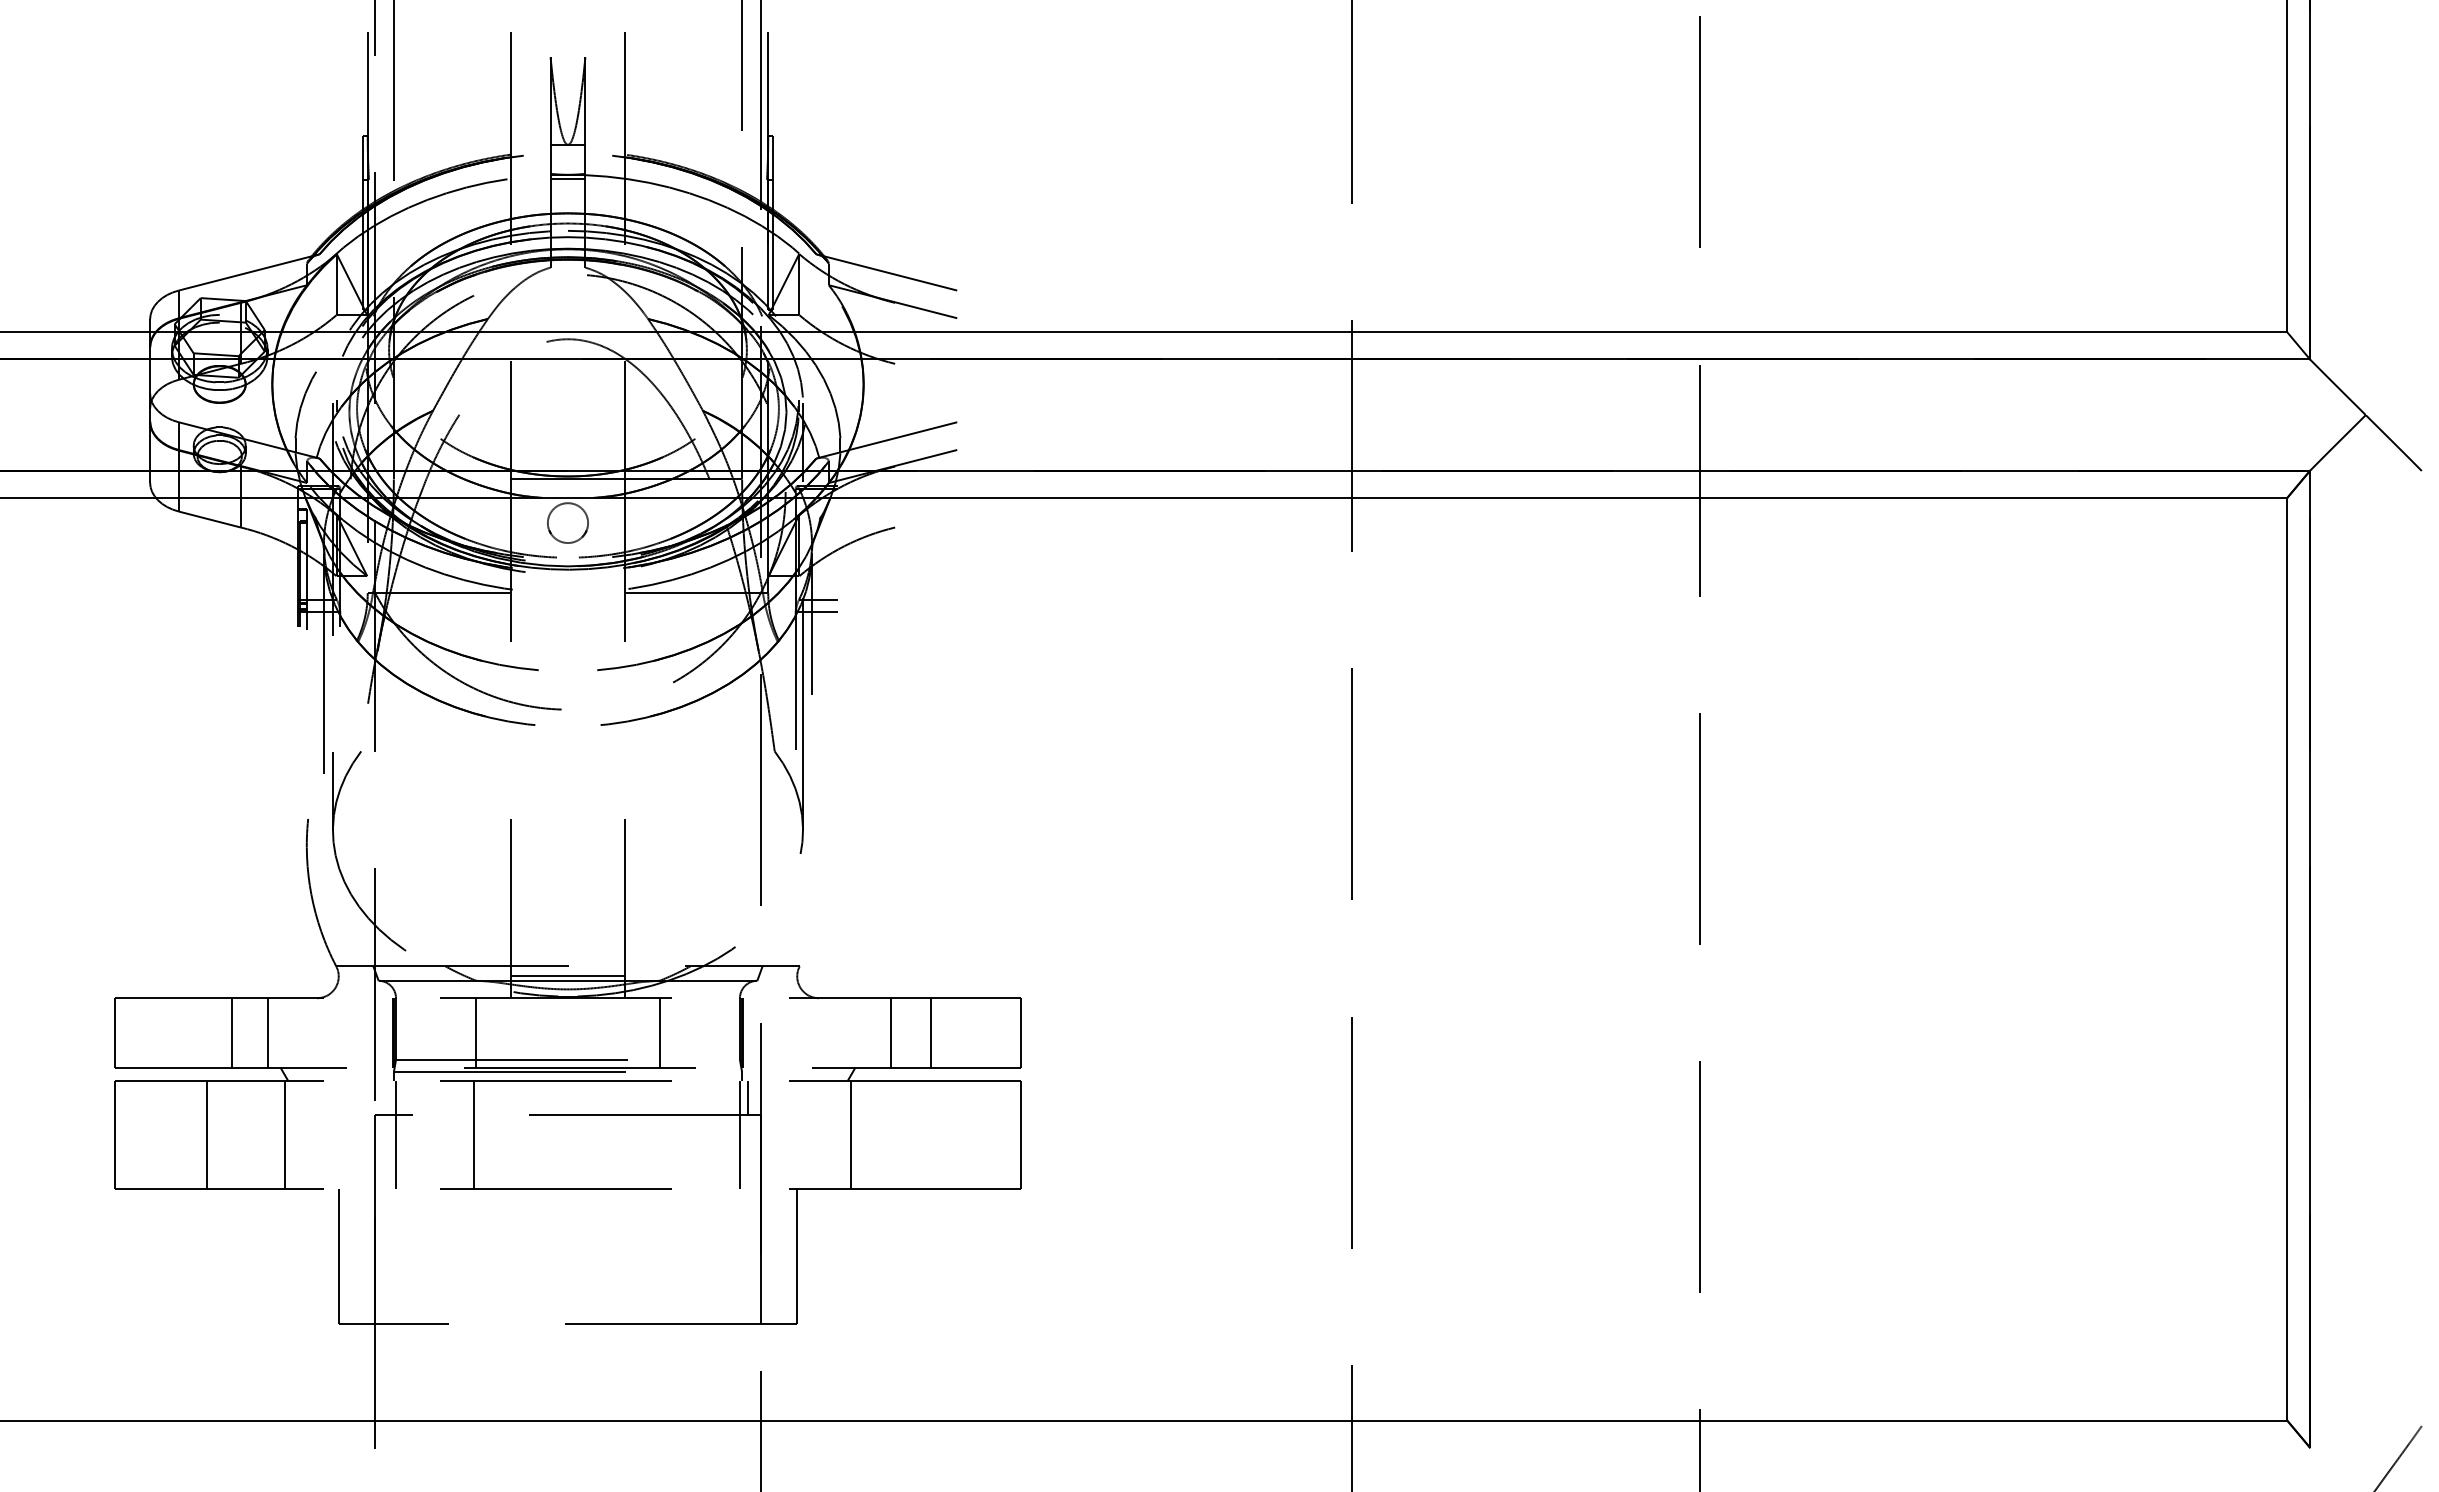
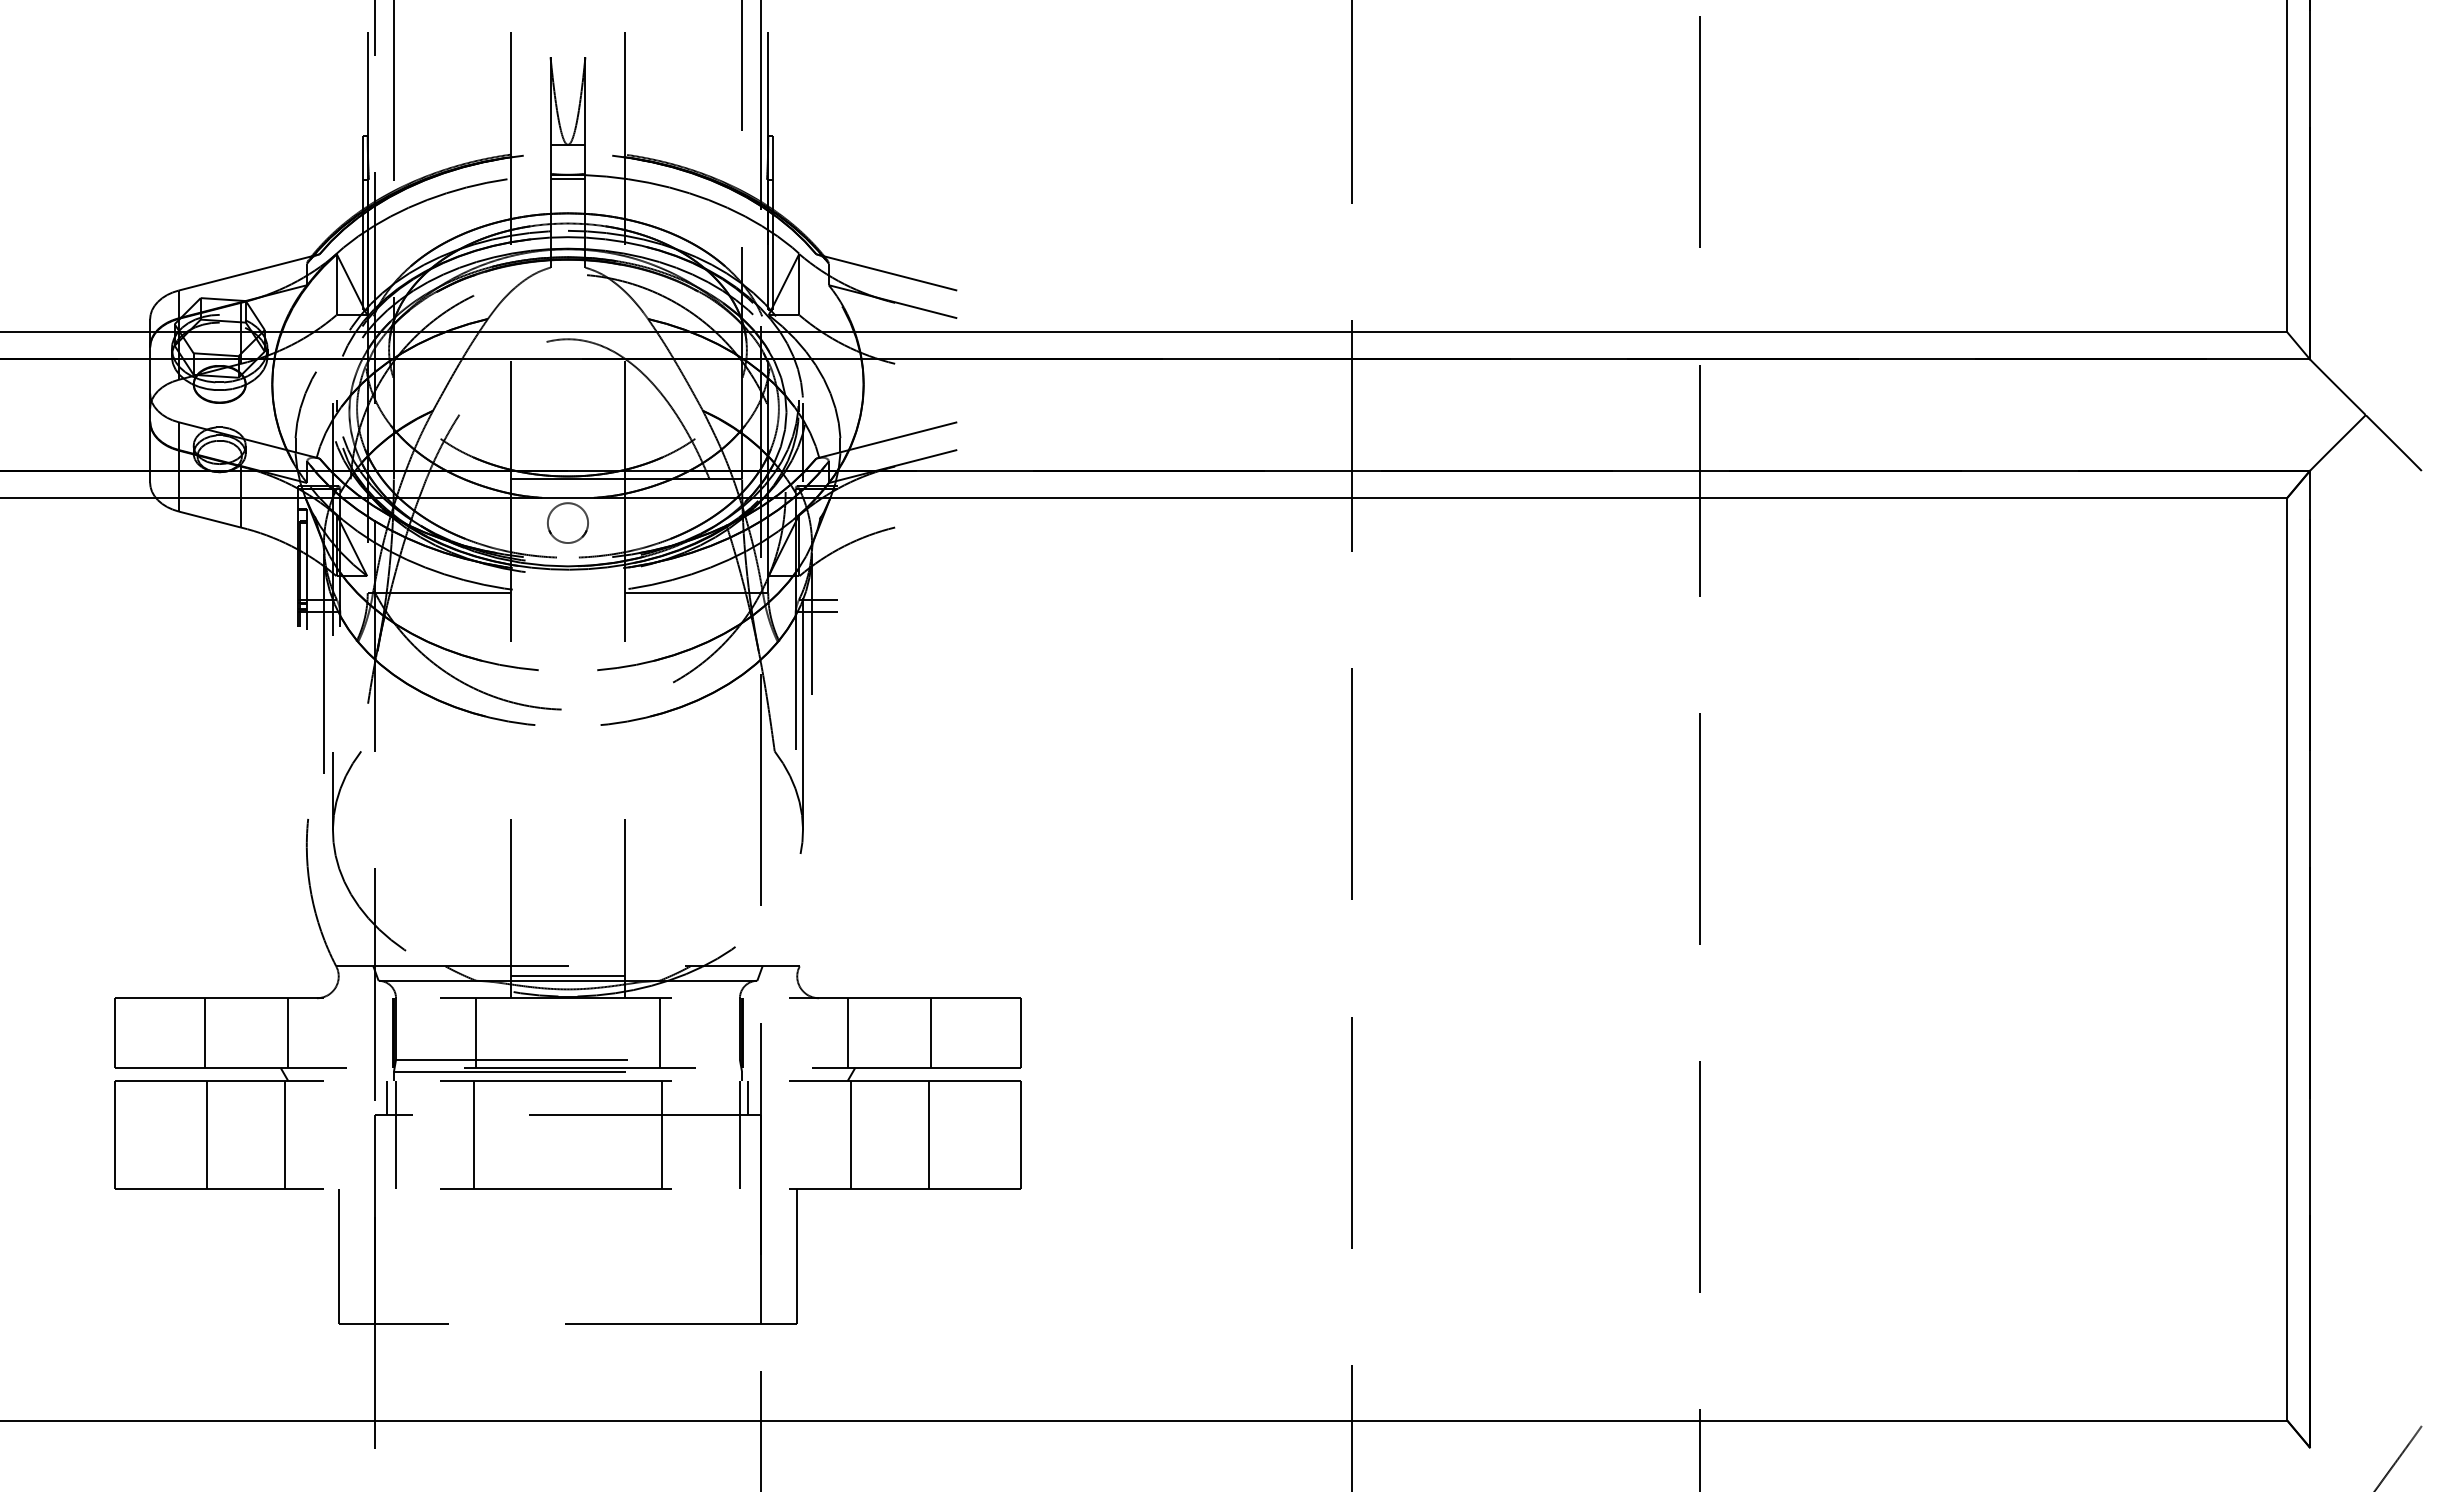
line at (231, 1032) position: (231, 1032) -> (204, 1032)
line at (267, 1032) position: (267, 1032) -> (287, 1032)
line at (891, 1032) position: (891, 1032) -> (848, 1032)
line at (387, 1097): none -> present
line at (662, 1134): none -> present
line at (928, 1134): none -> present
